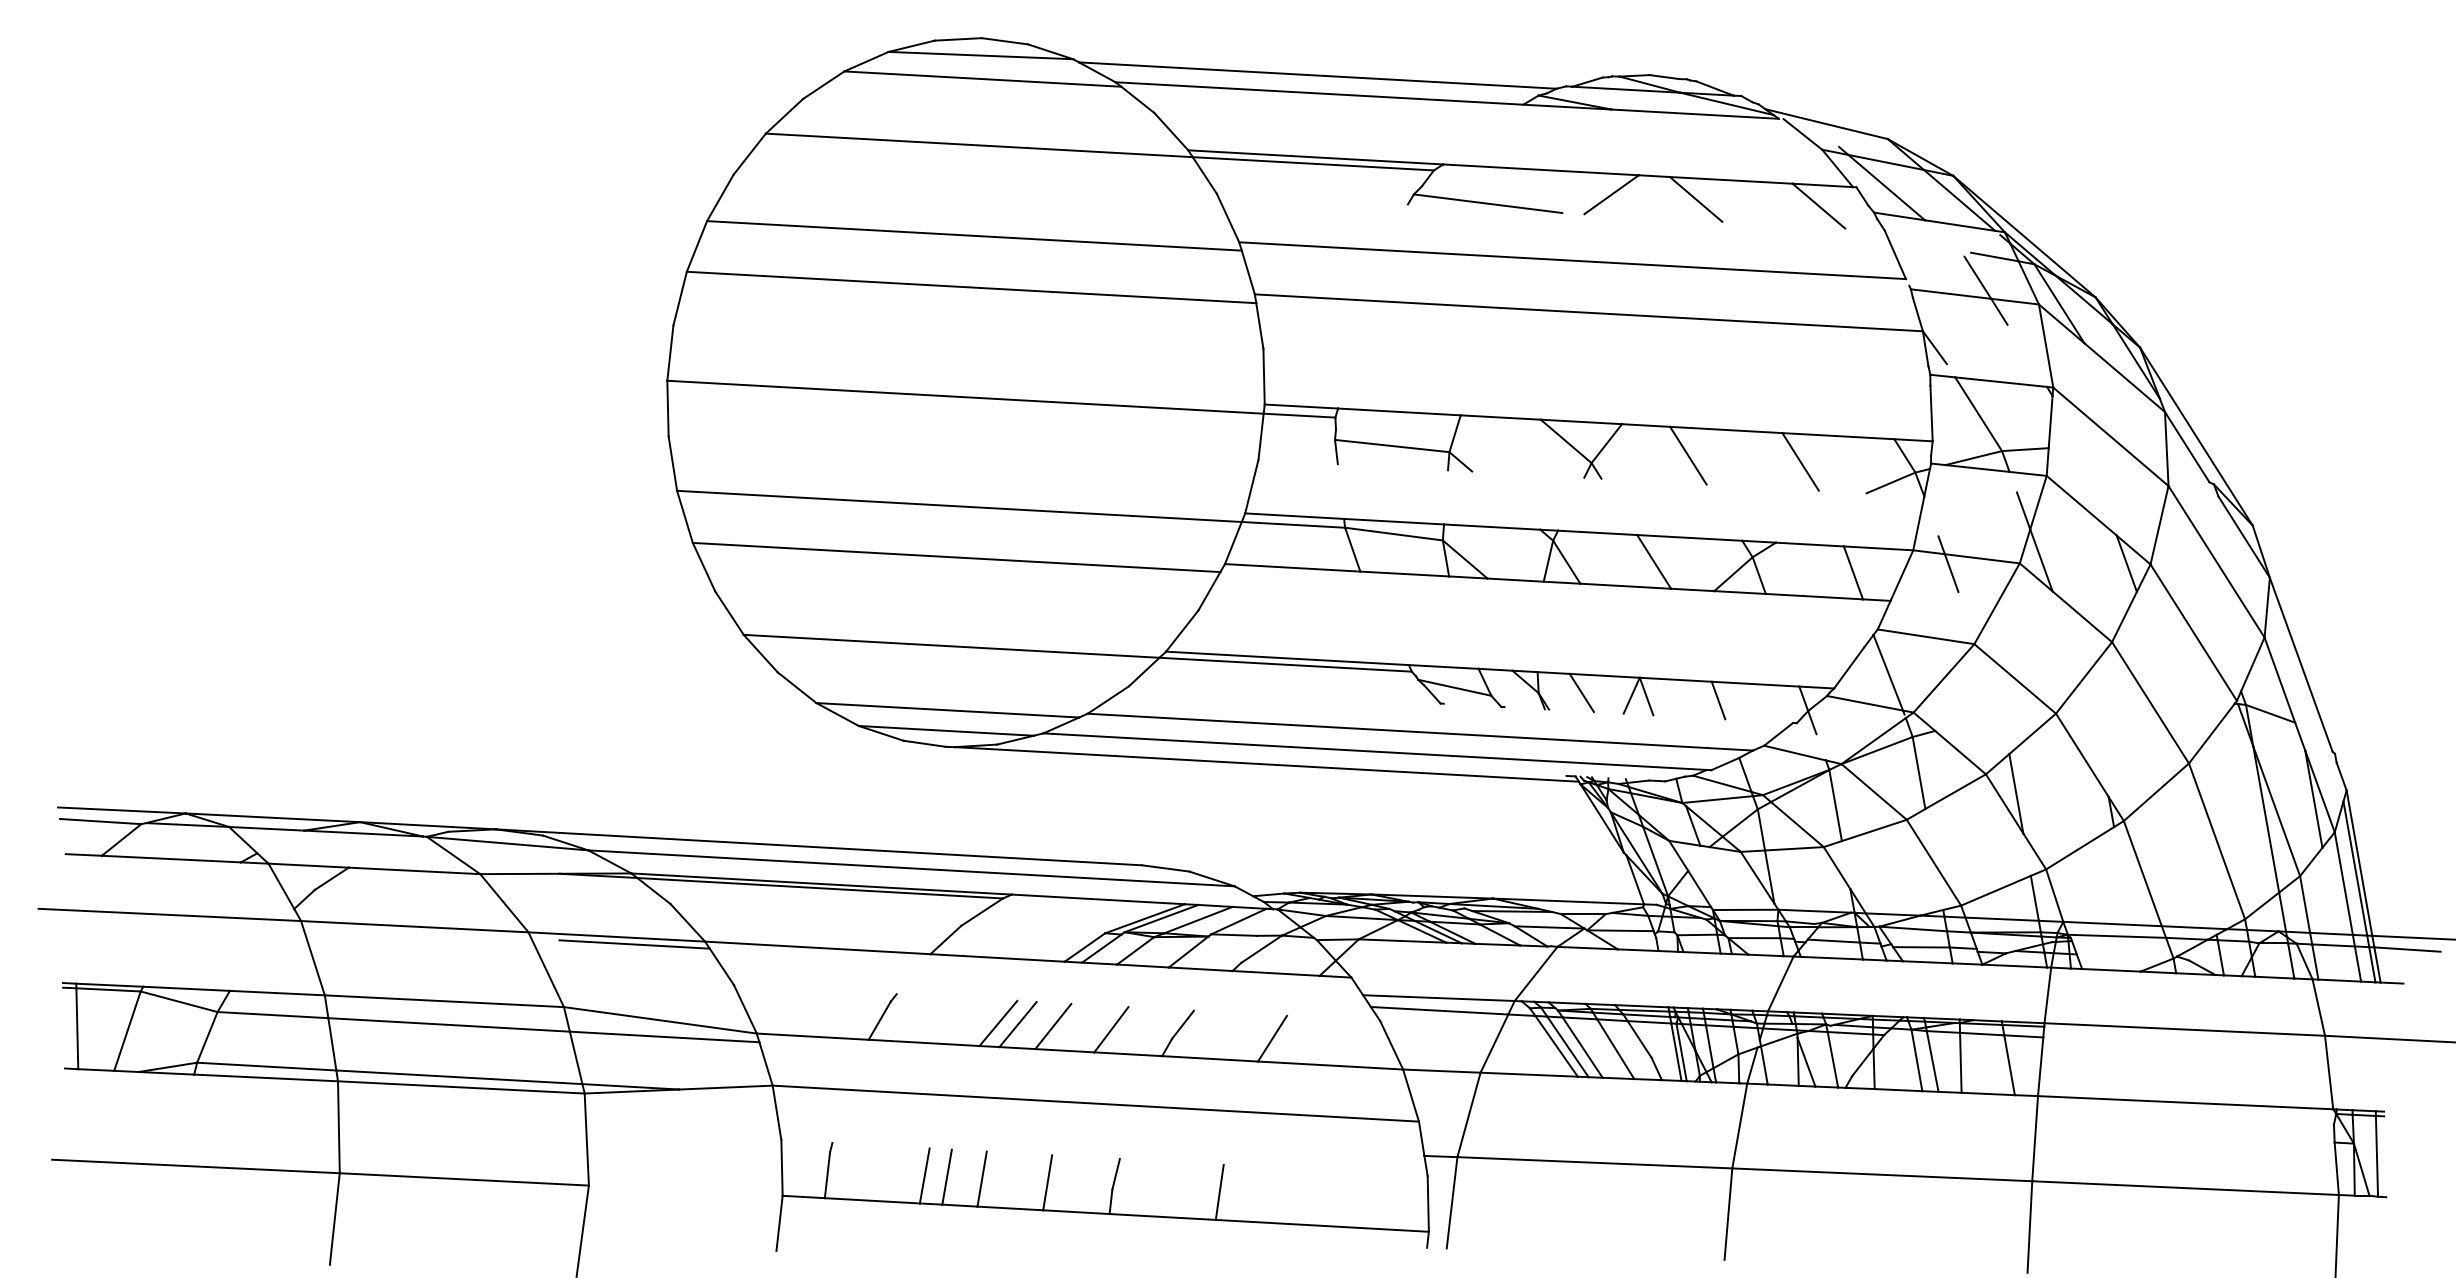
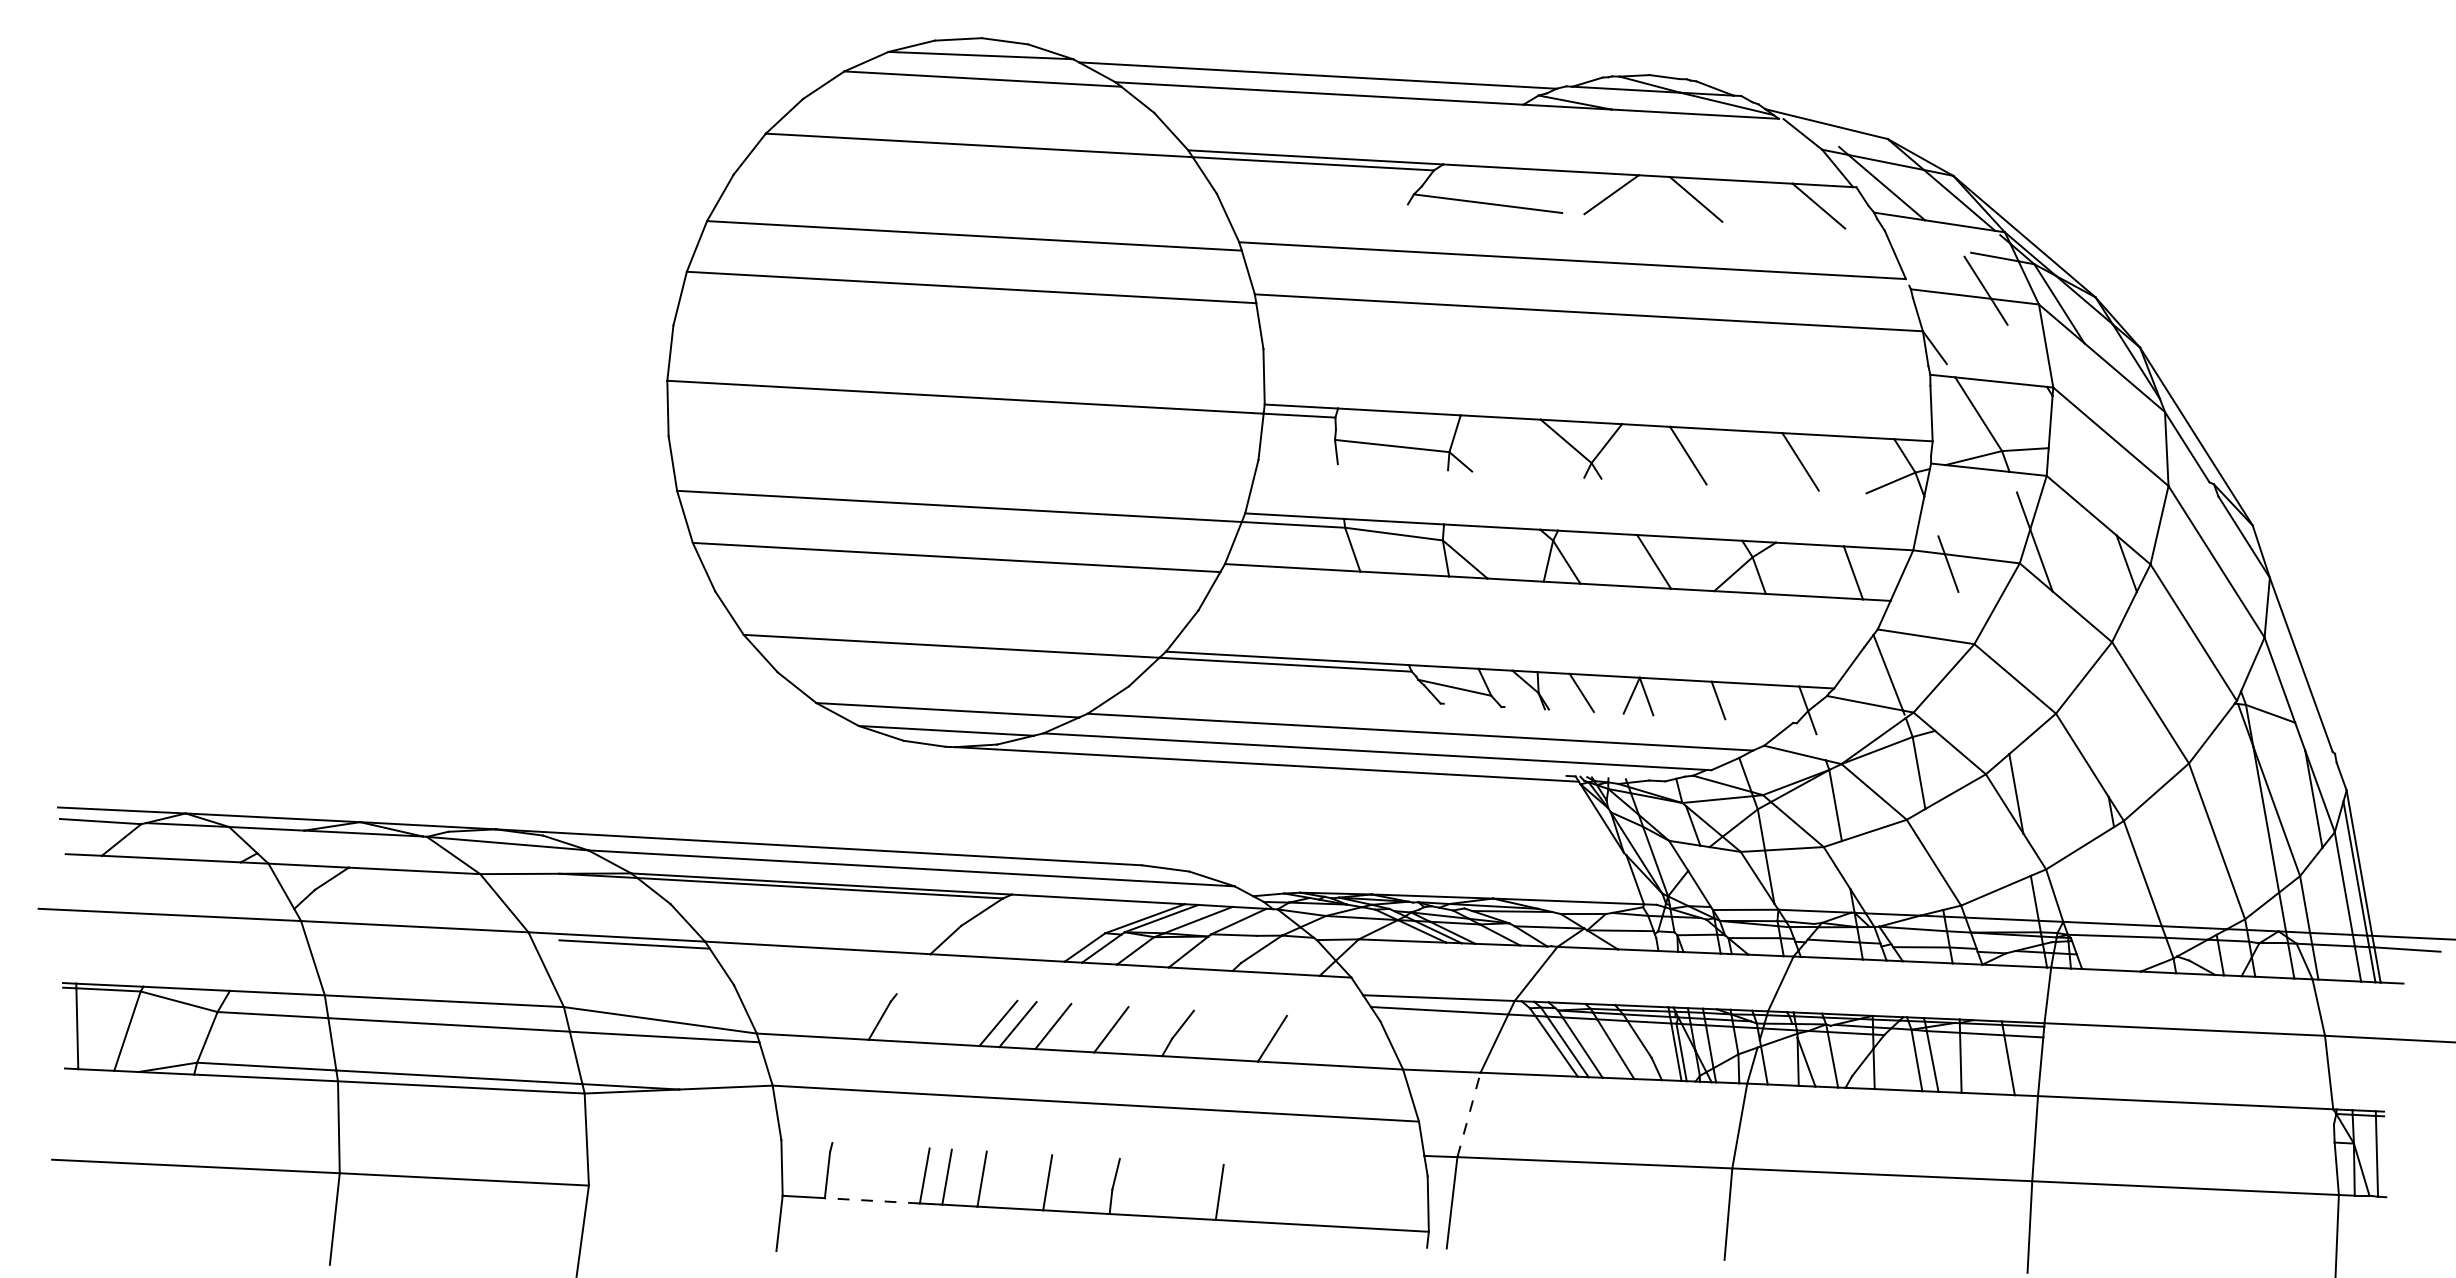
line at (1469, 1114): solid -> dashed
line at (872, 1200): solid -> dashed
